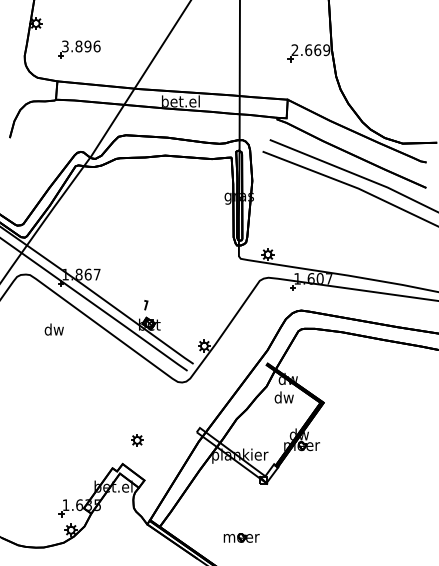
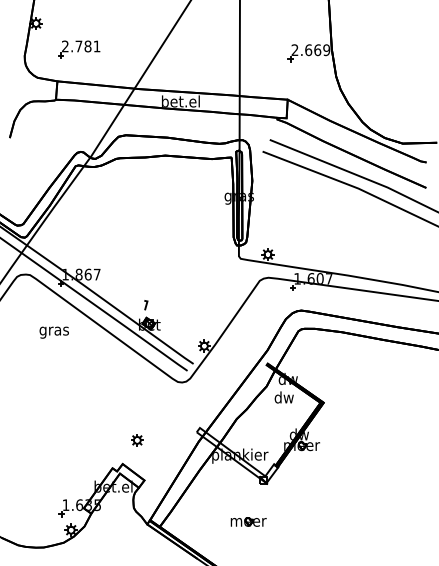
text at (81, 46): 3.896 -> 2.781
text at (53, 330): dw -> gras
part at (241, 537) position: (241, 537) -> (248, 521)
